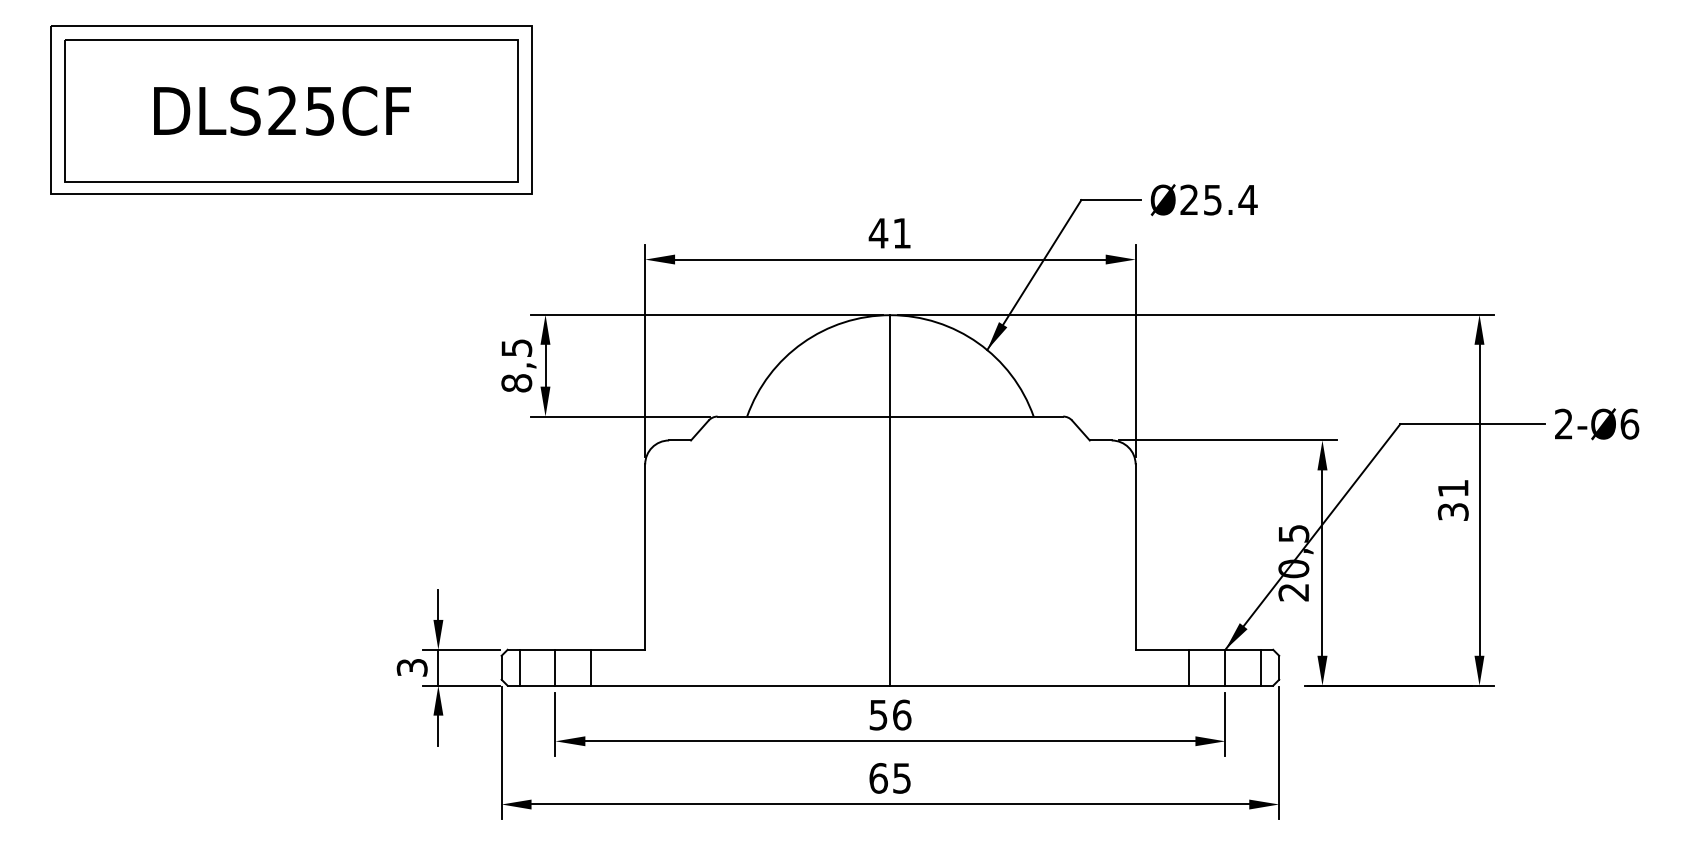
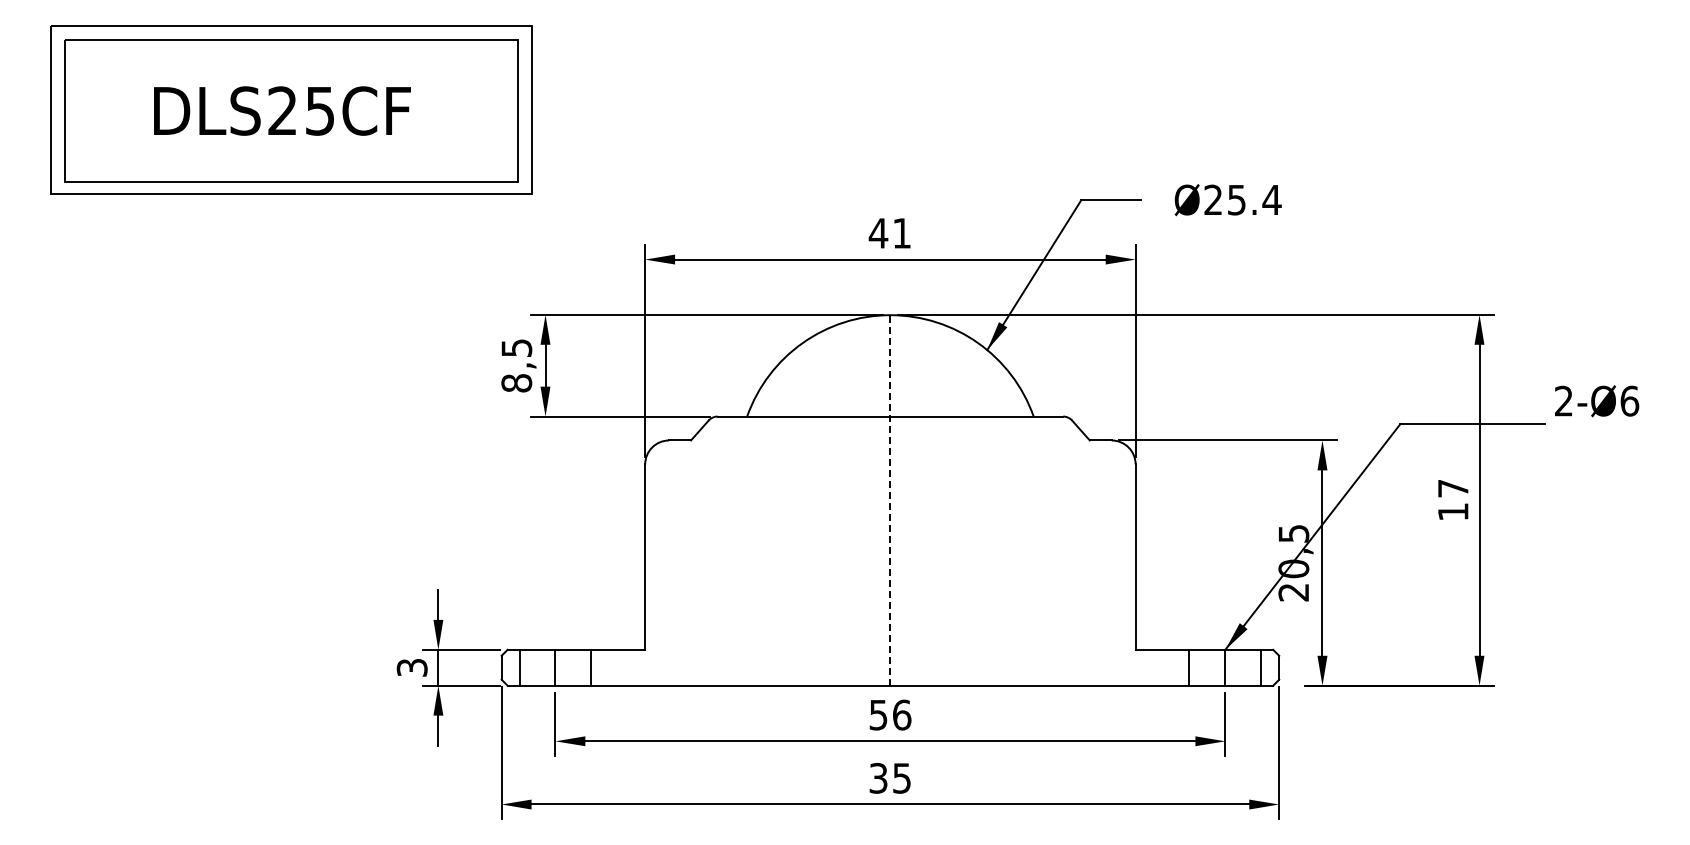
text at (1203, 200) position: (1203, 200) -> (1227, 200)
text at (1597, 424) position: (1597, 424) -> (1597, 401)
line at (890, 499): solid -> dashed
text at (1452, 500): 31 -> 17
text at (878, 778): 65 -> 35
